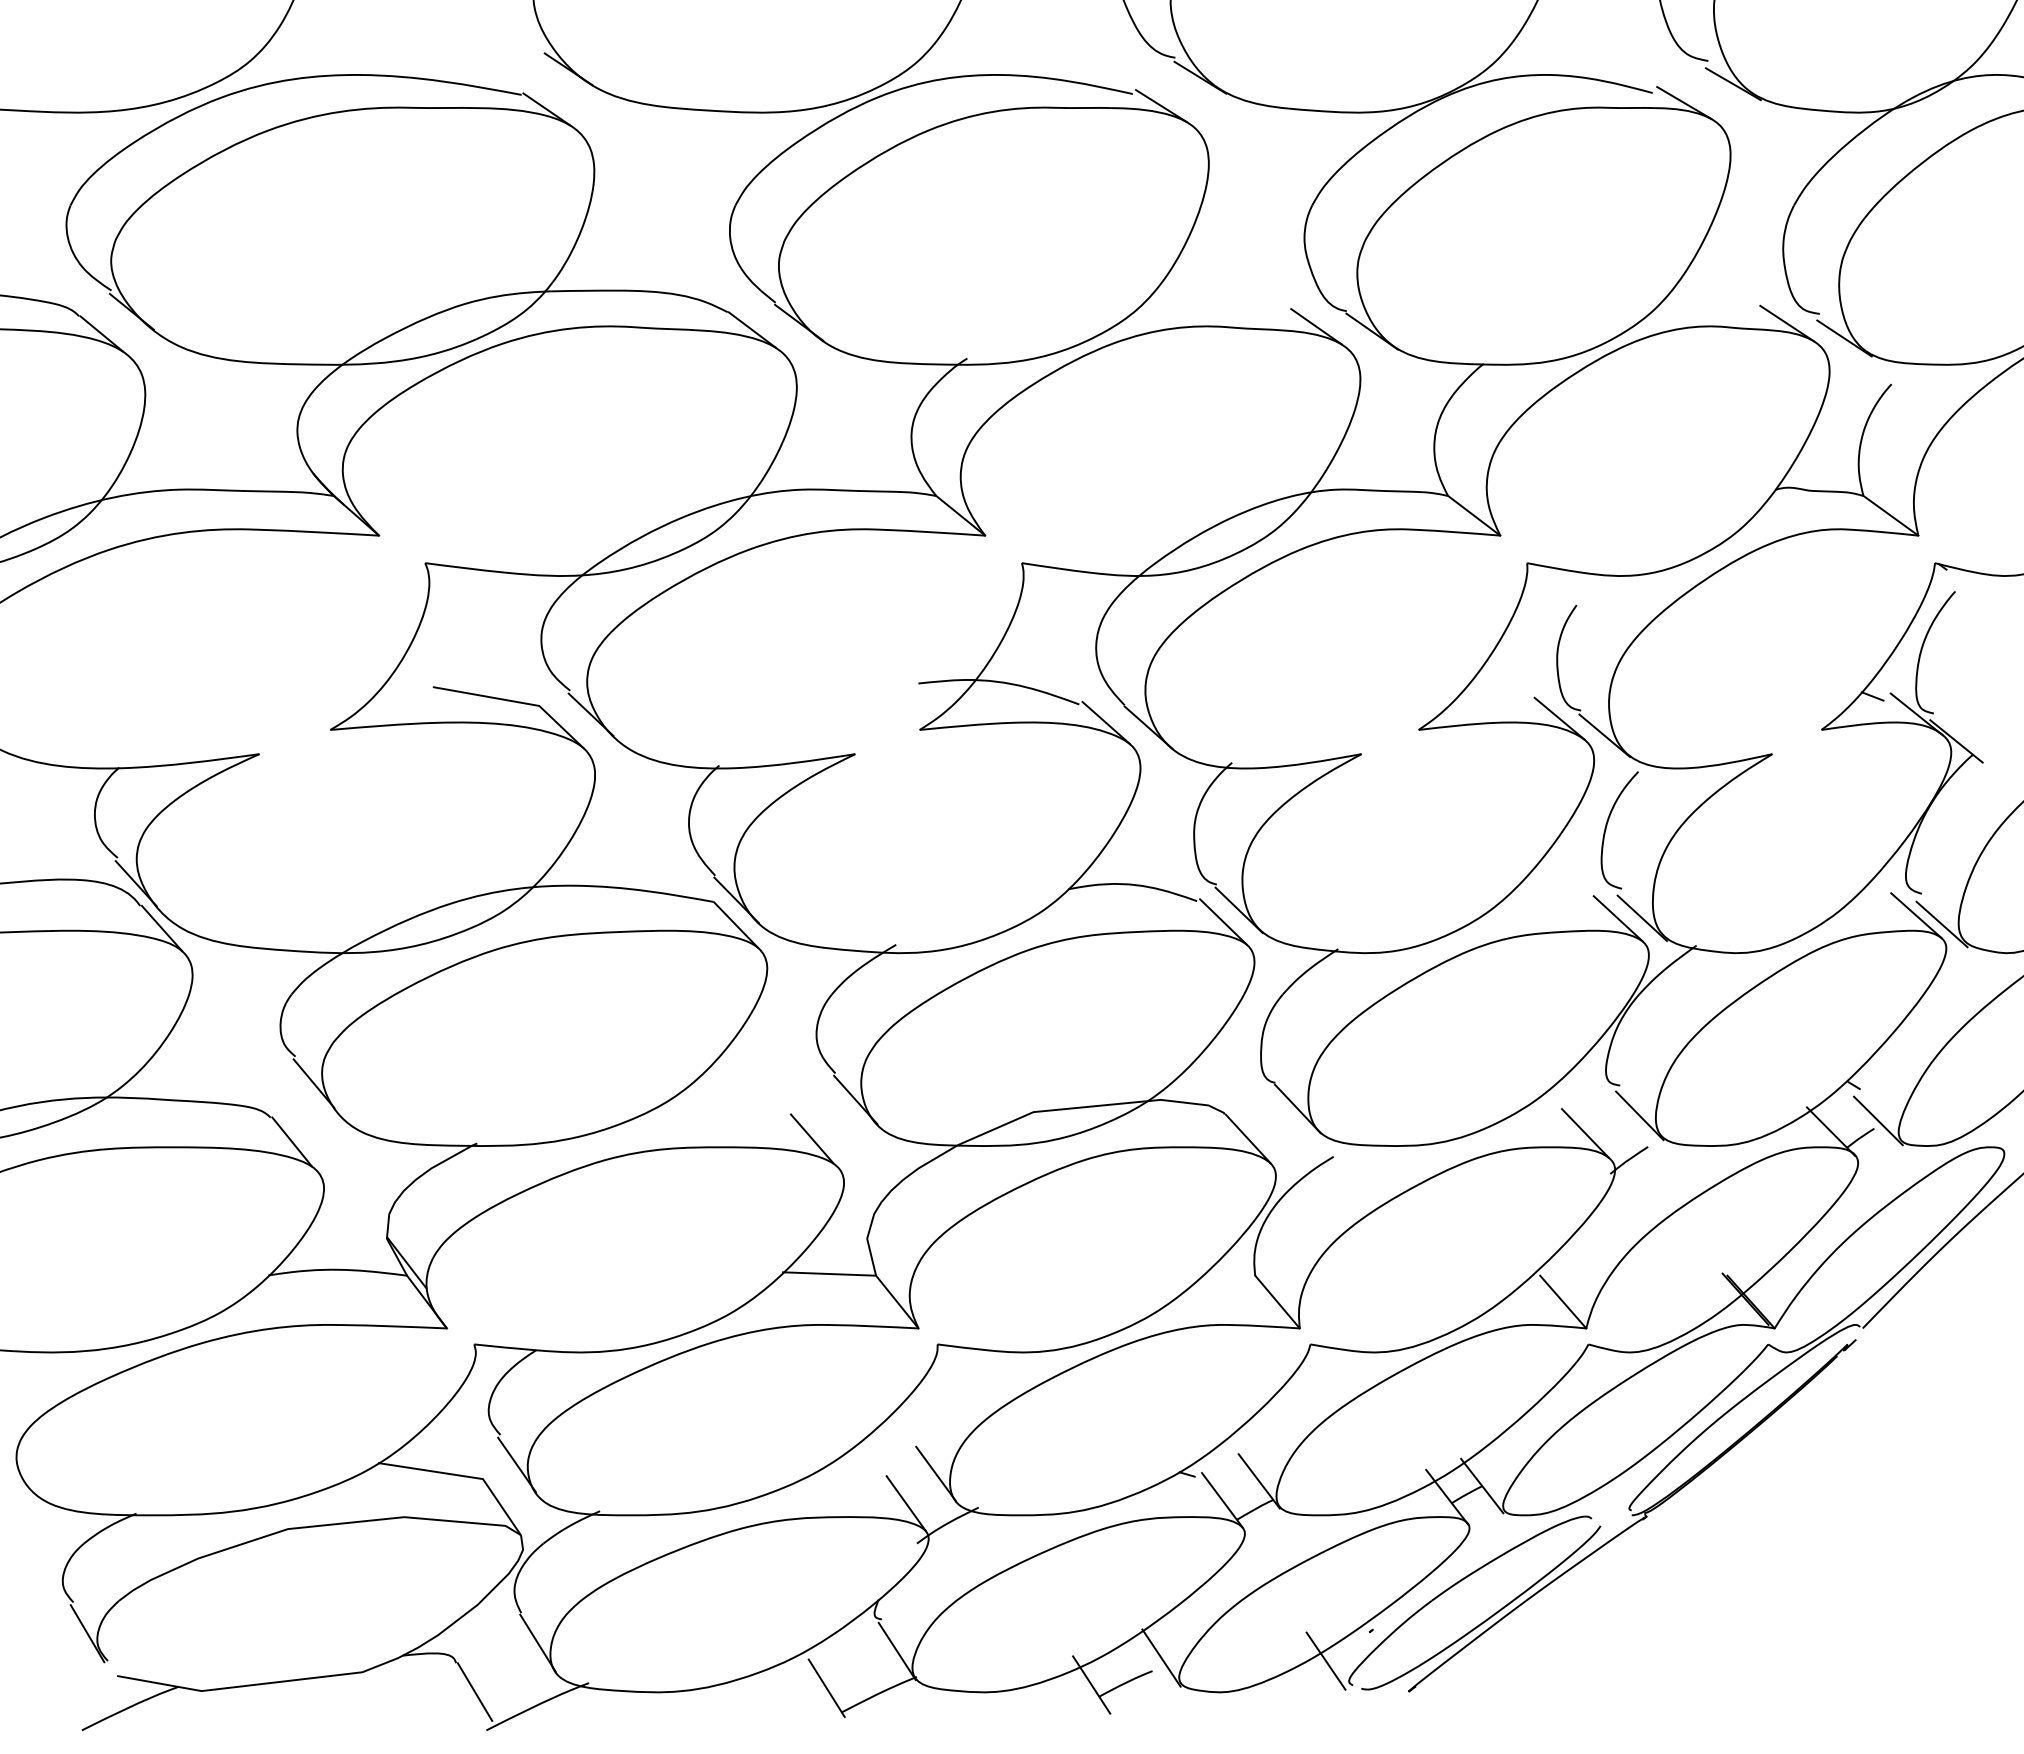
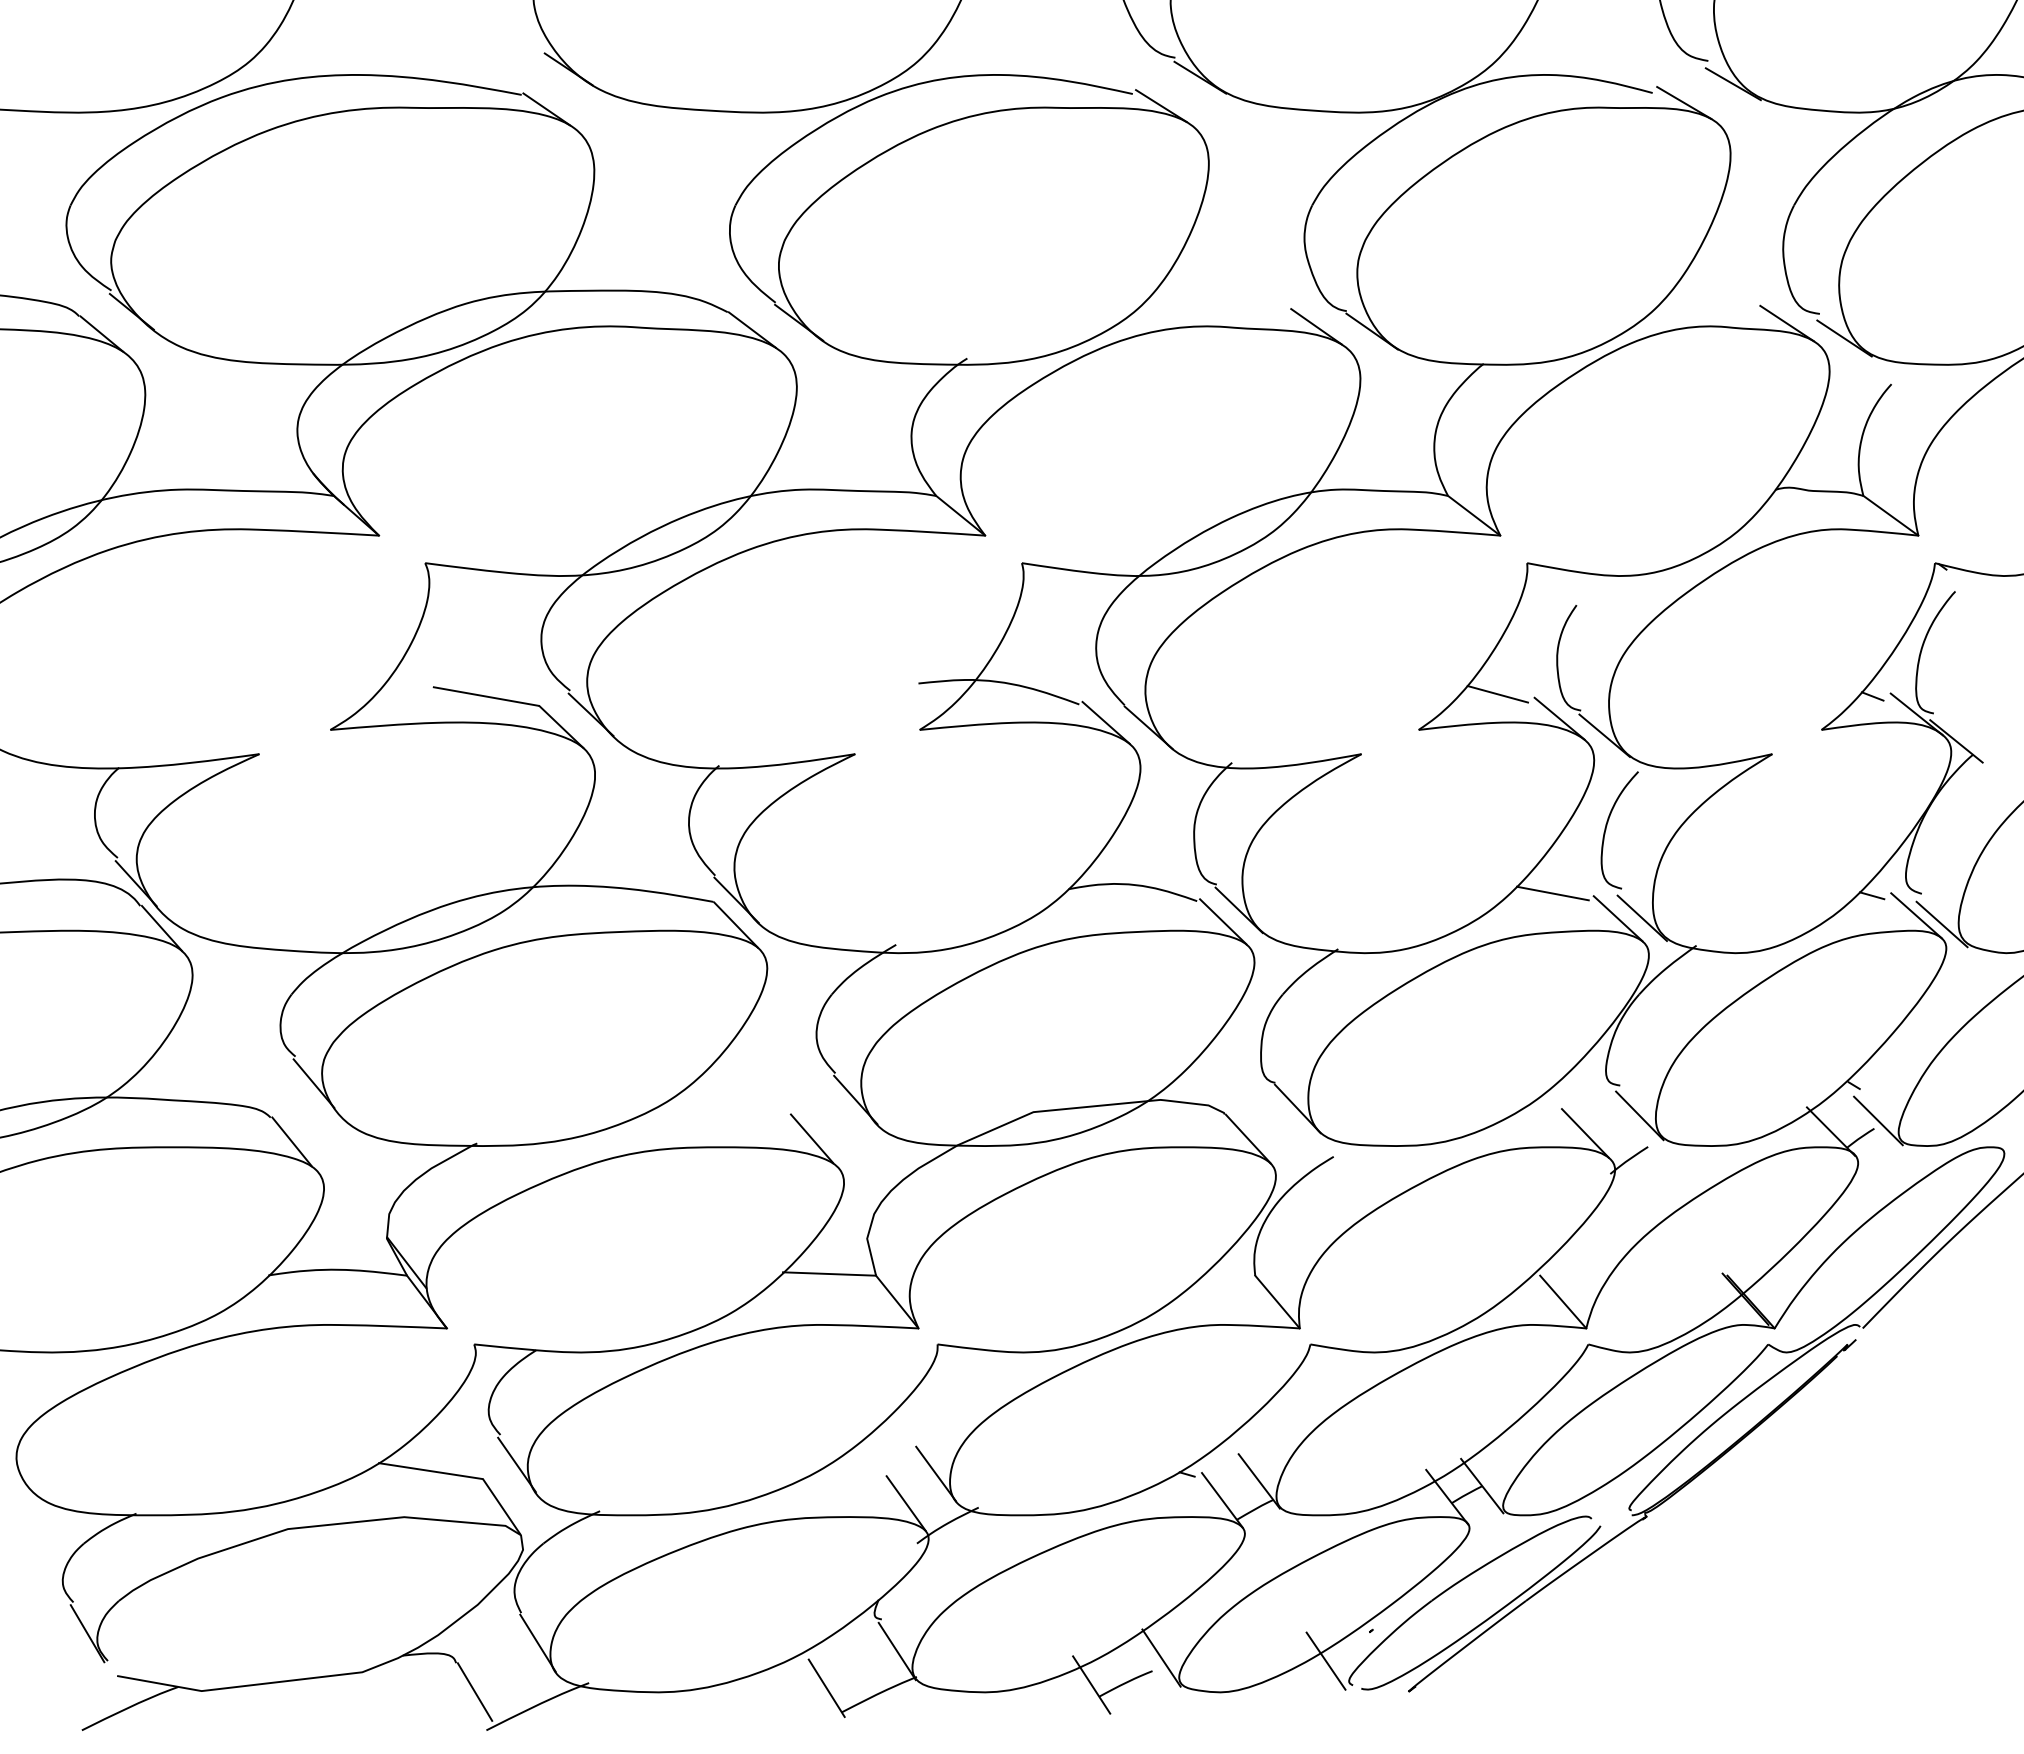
line at (1497, 694): none -> present
line at (1552, 893): none -> present
line at (1871, 895): none -> present
